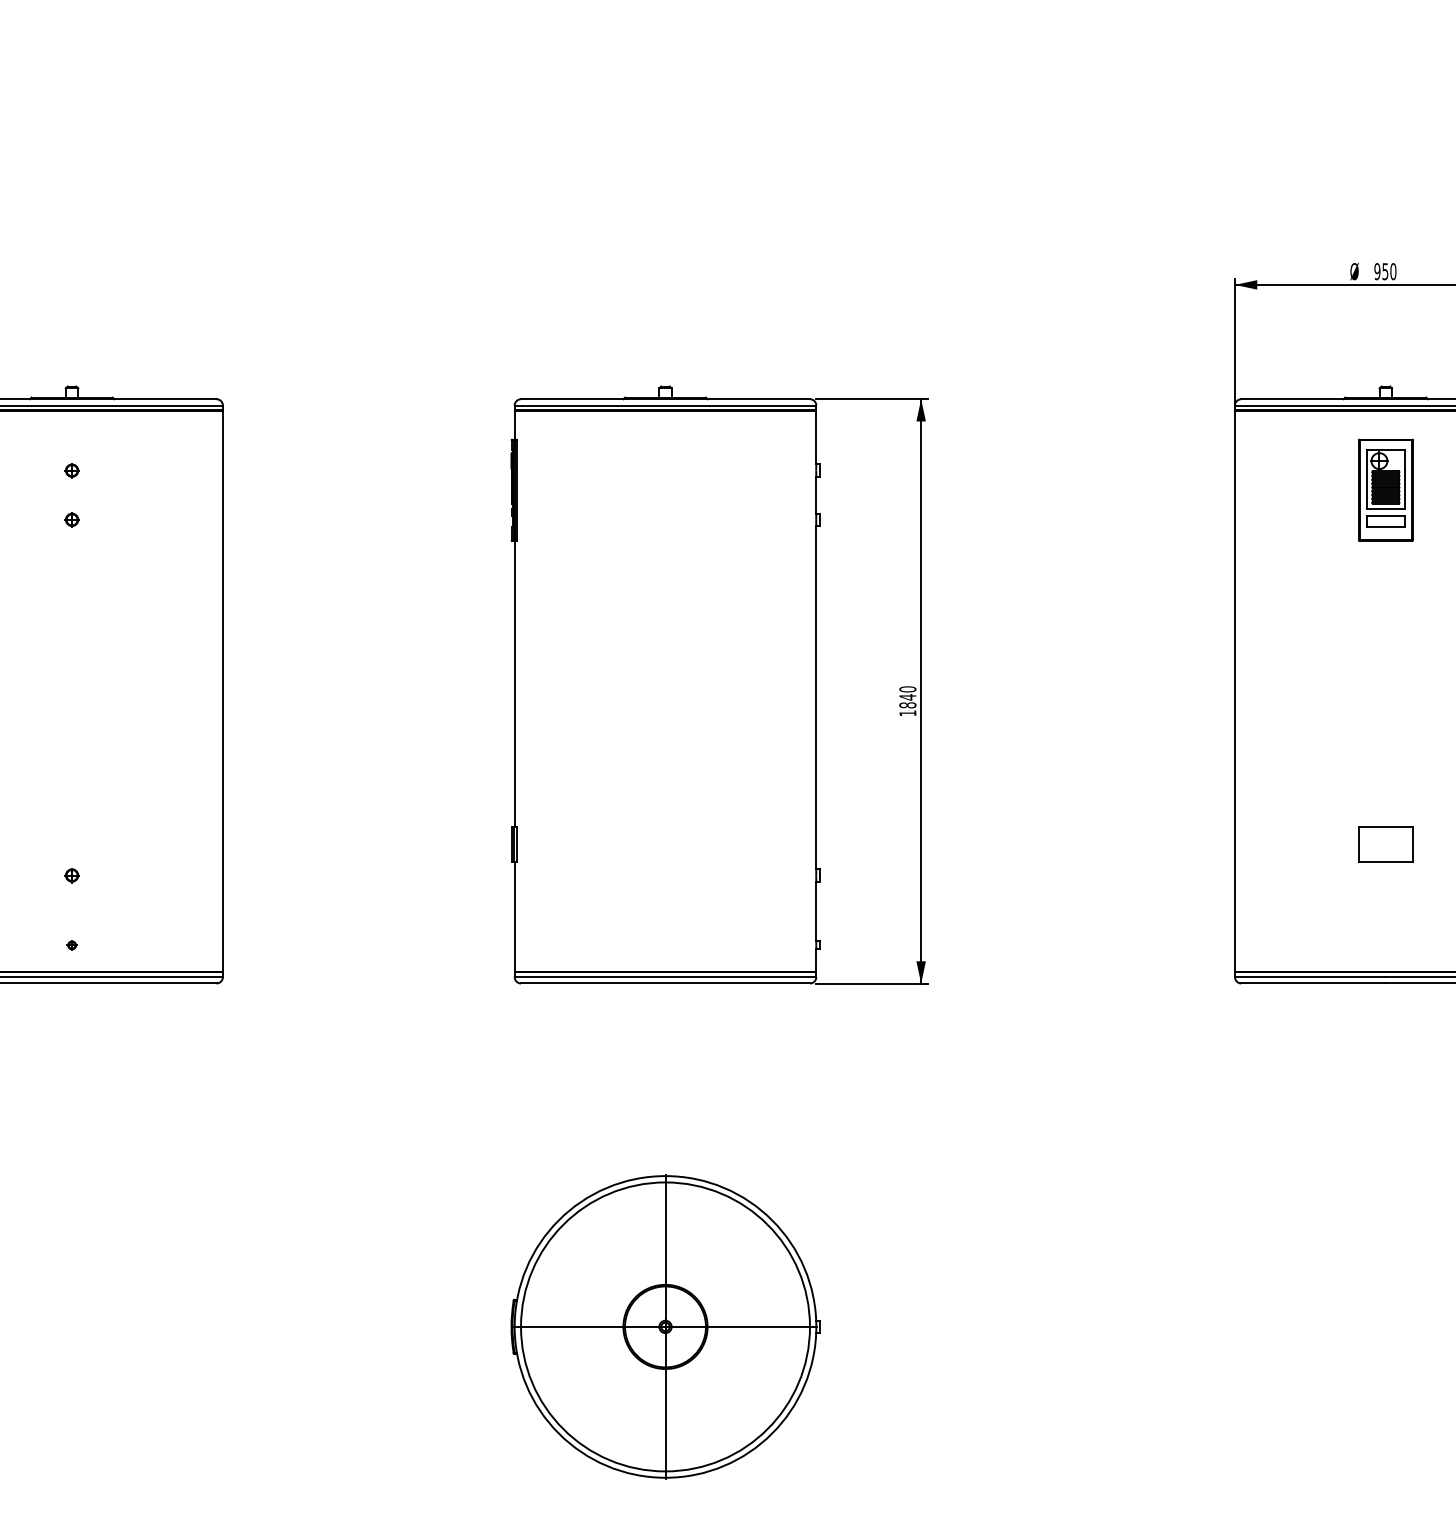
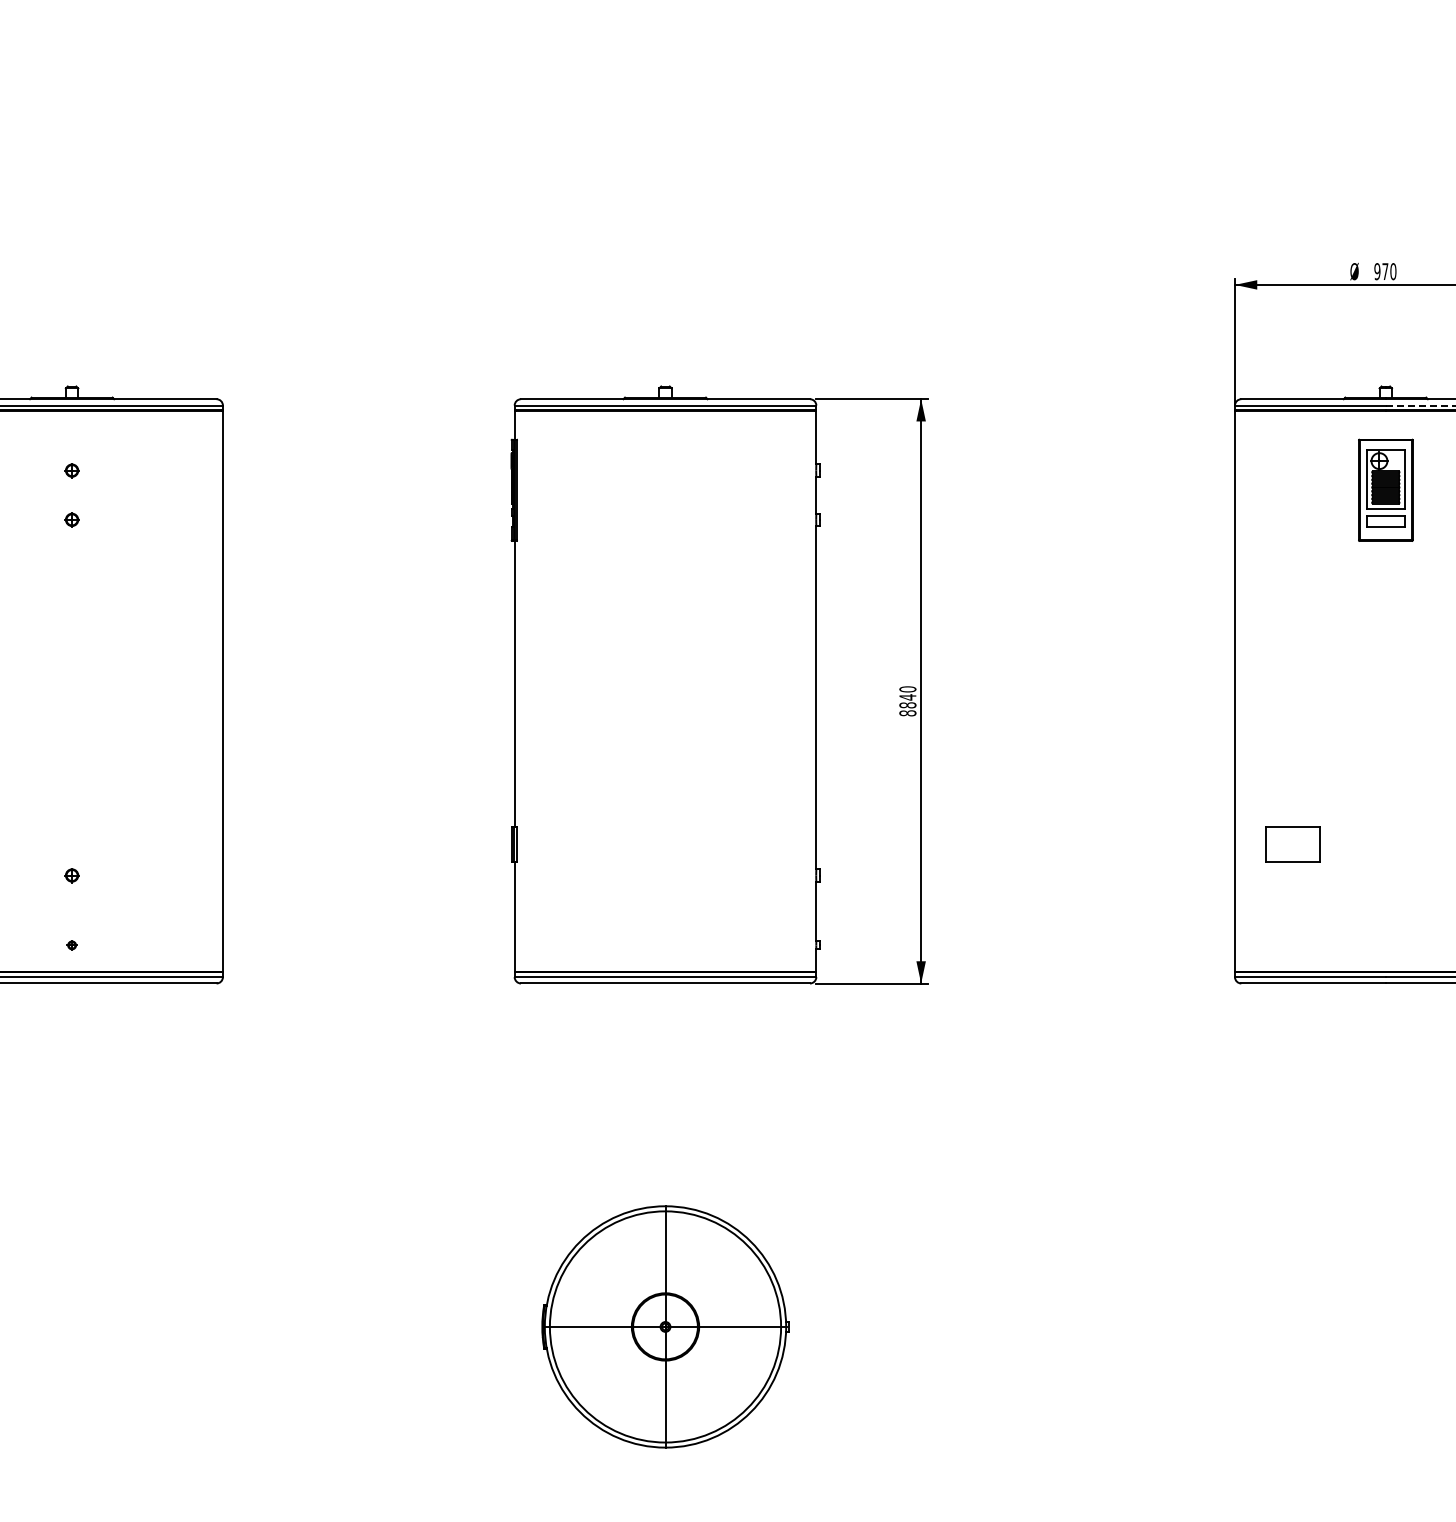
text at (1385, 271): 950 -> 970
line at (1420, 405): solid -> dashed
text at (907, 713): 1840 -> 8840
part at (1385, 844) position: (1385, 844) -> (1292, 844)
part at (665, 1326) size: 311x306 px -> 249x244 px
